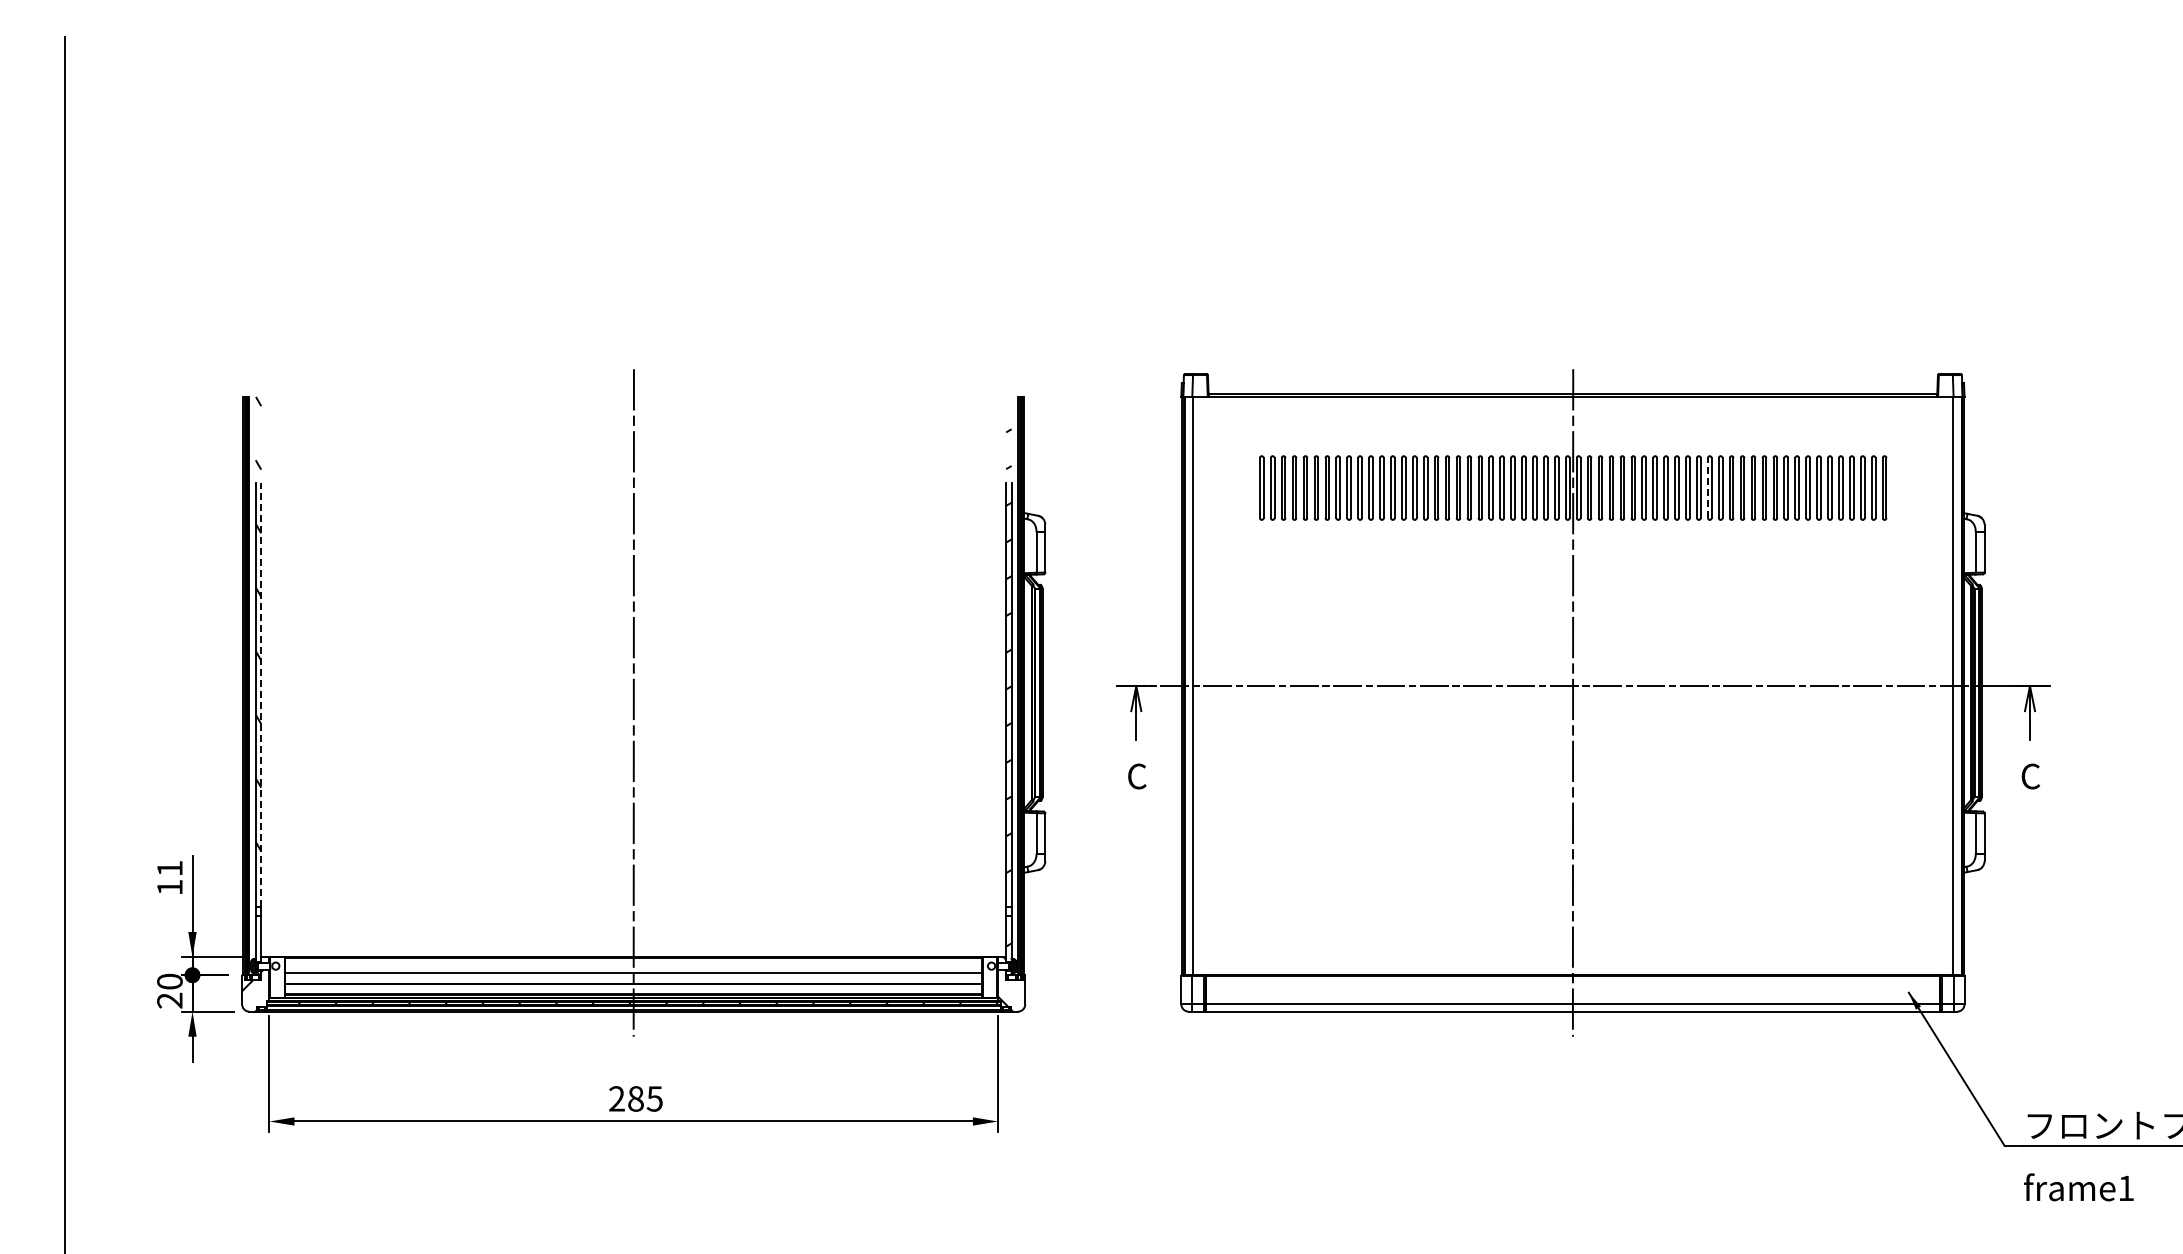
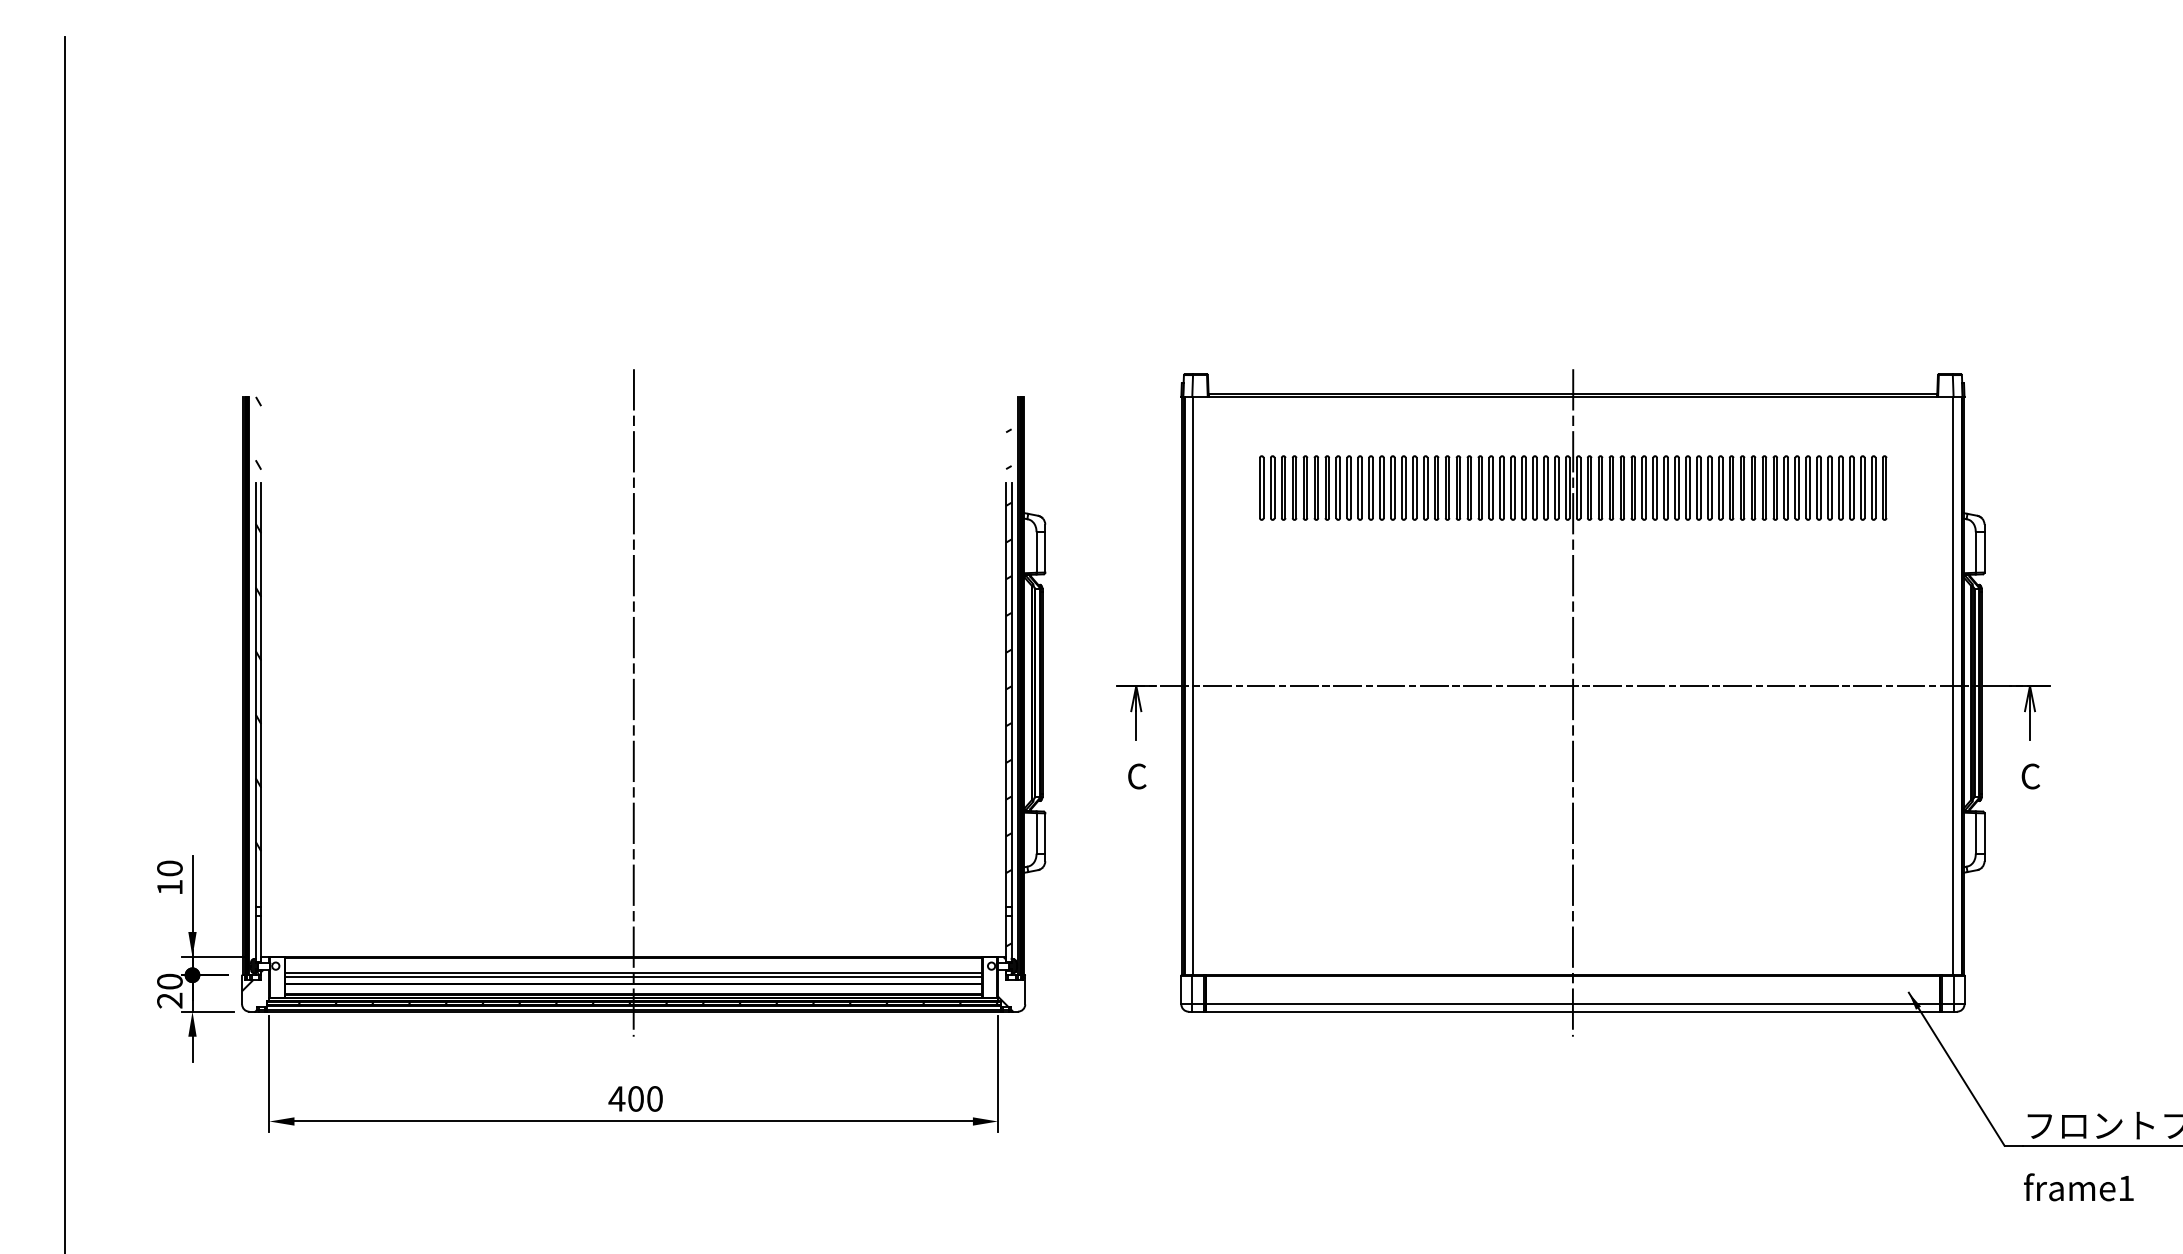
line at (1707, 487): dashed -> solid
line at (261, 694): dashed -> solid
text at (169, 868): 11 -> 10
line at (633, 977): none -> present
text at (635, 1098): 285 -> 400
